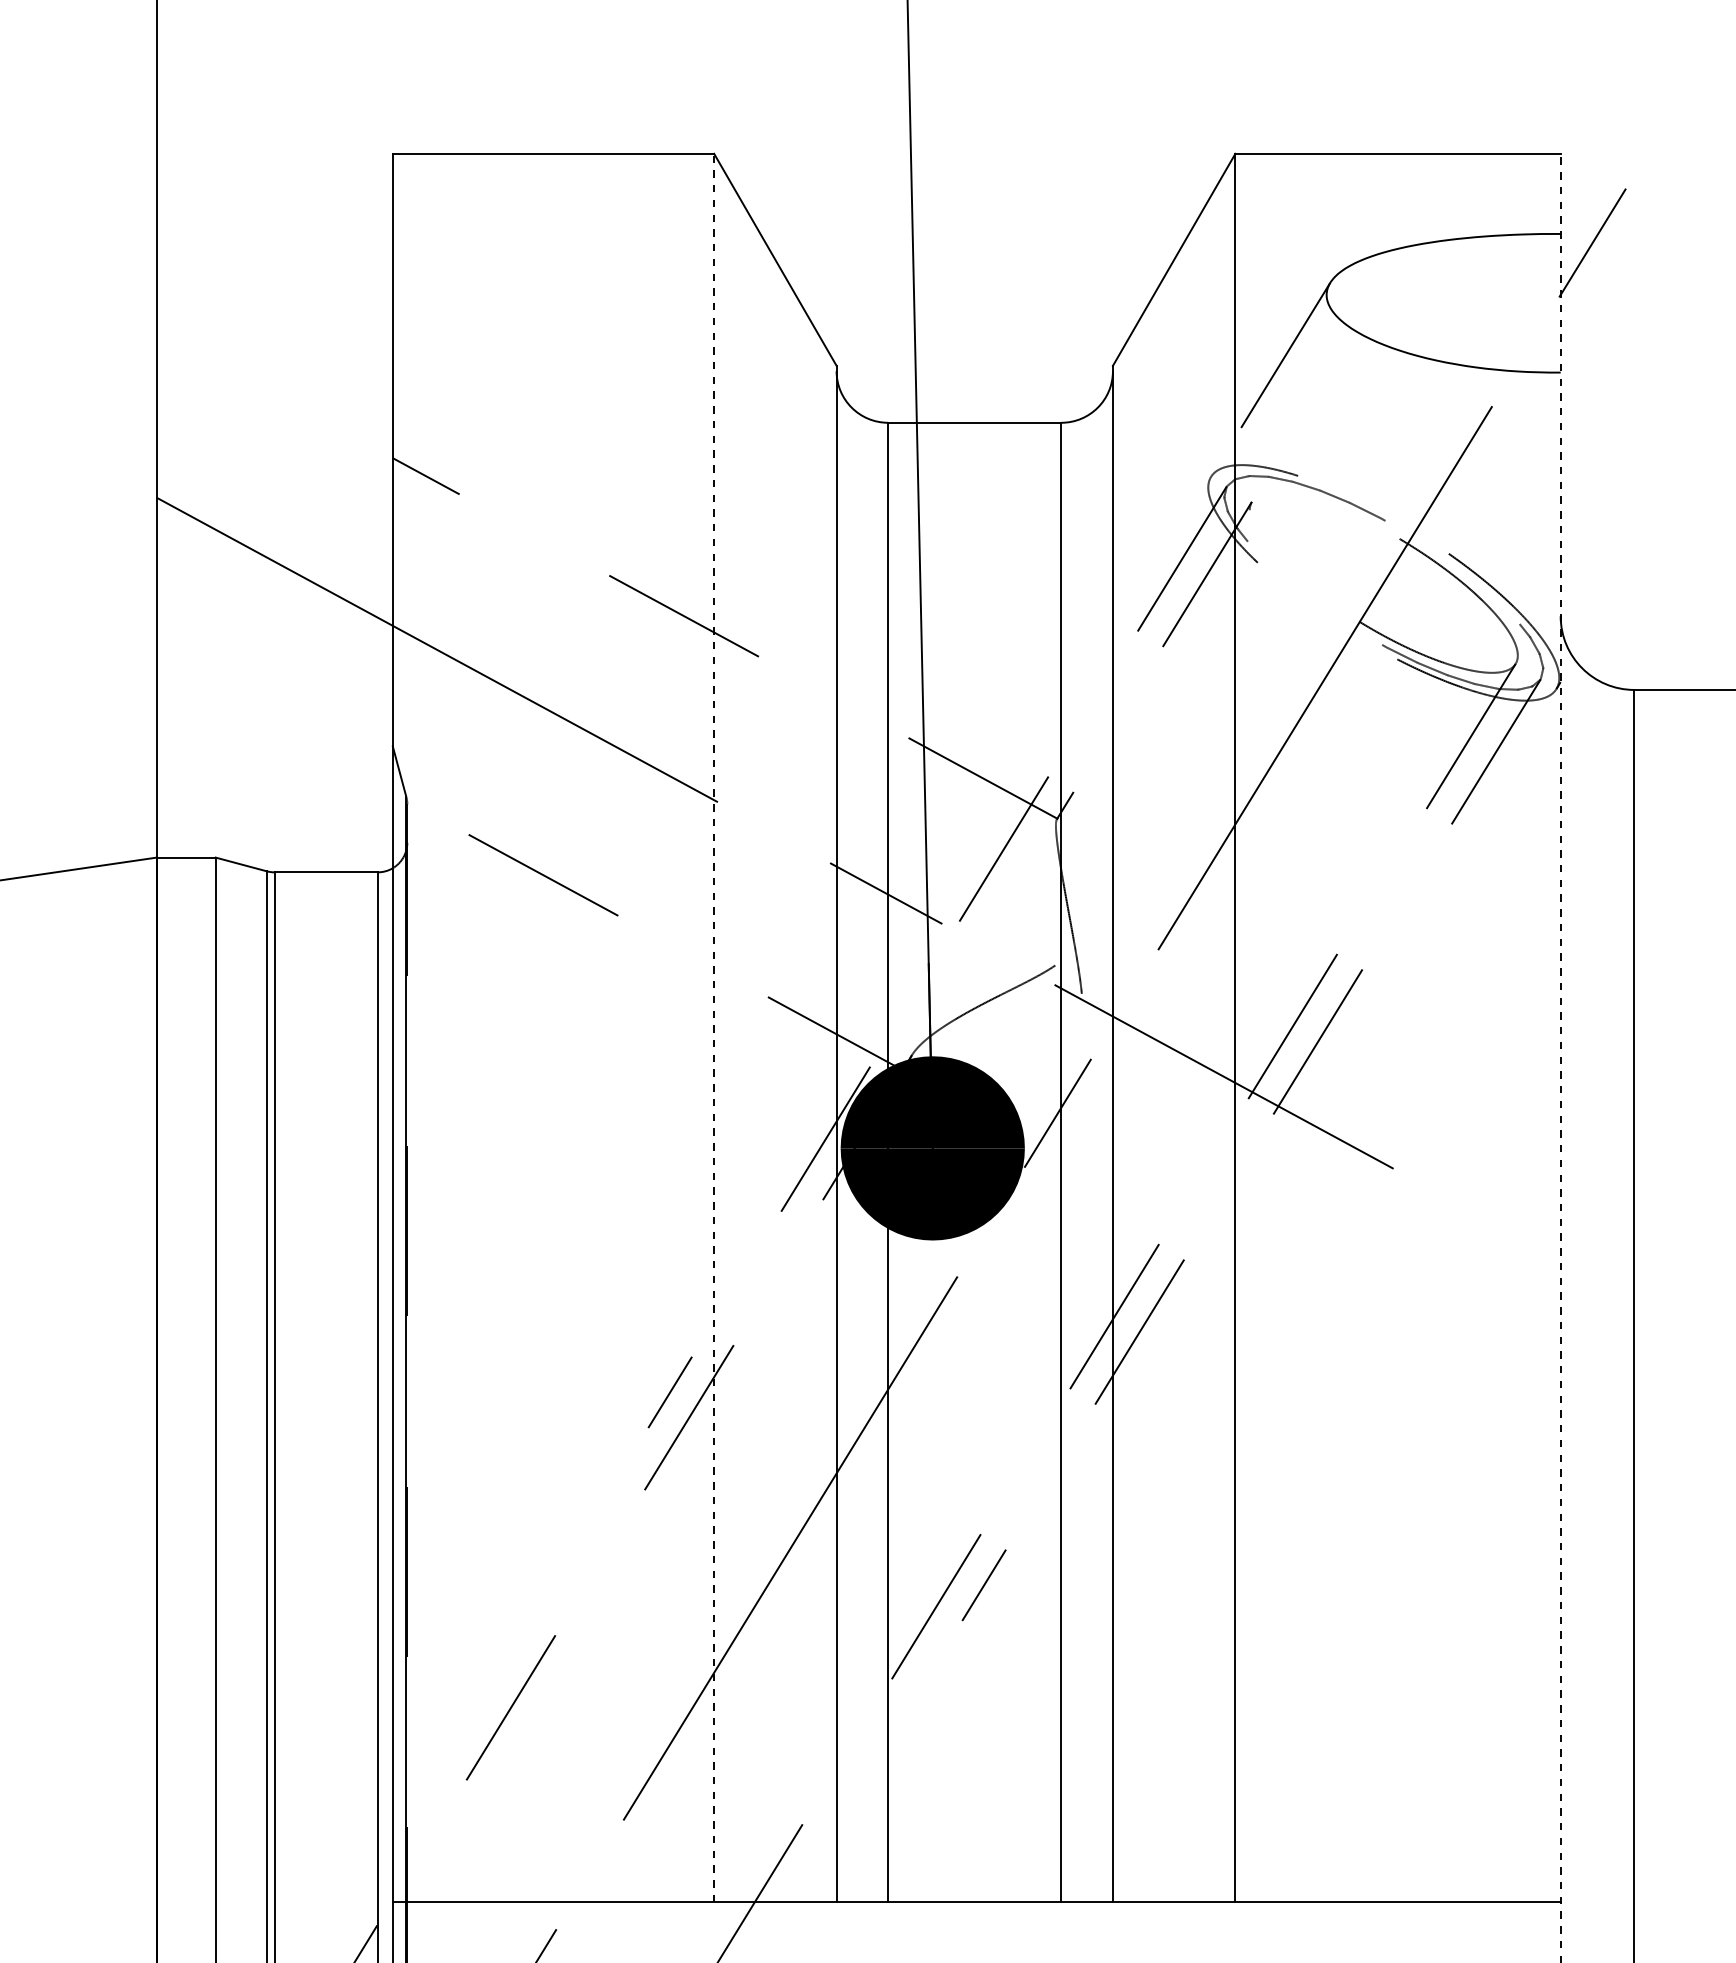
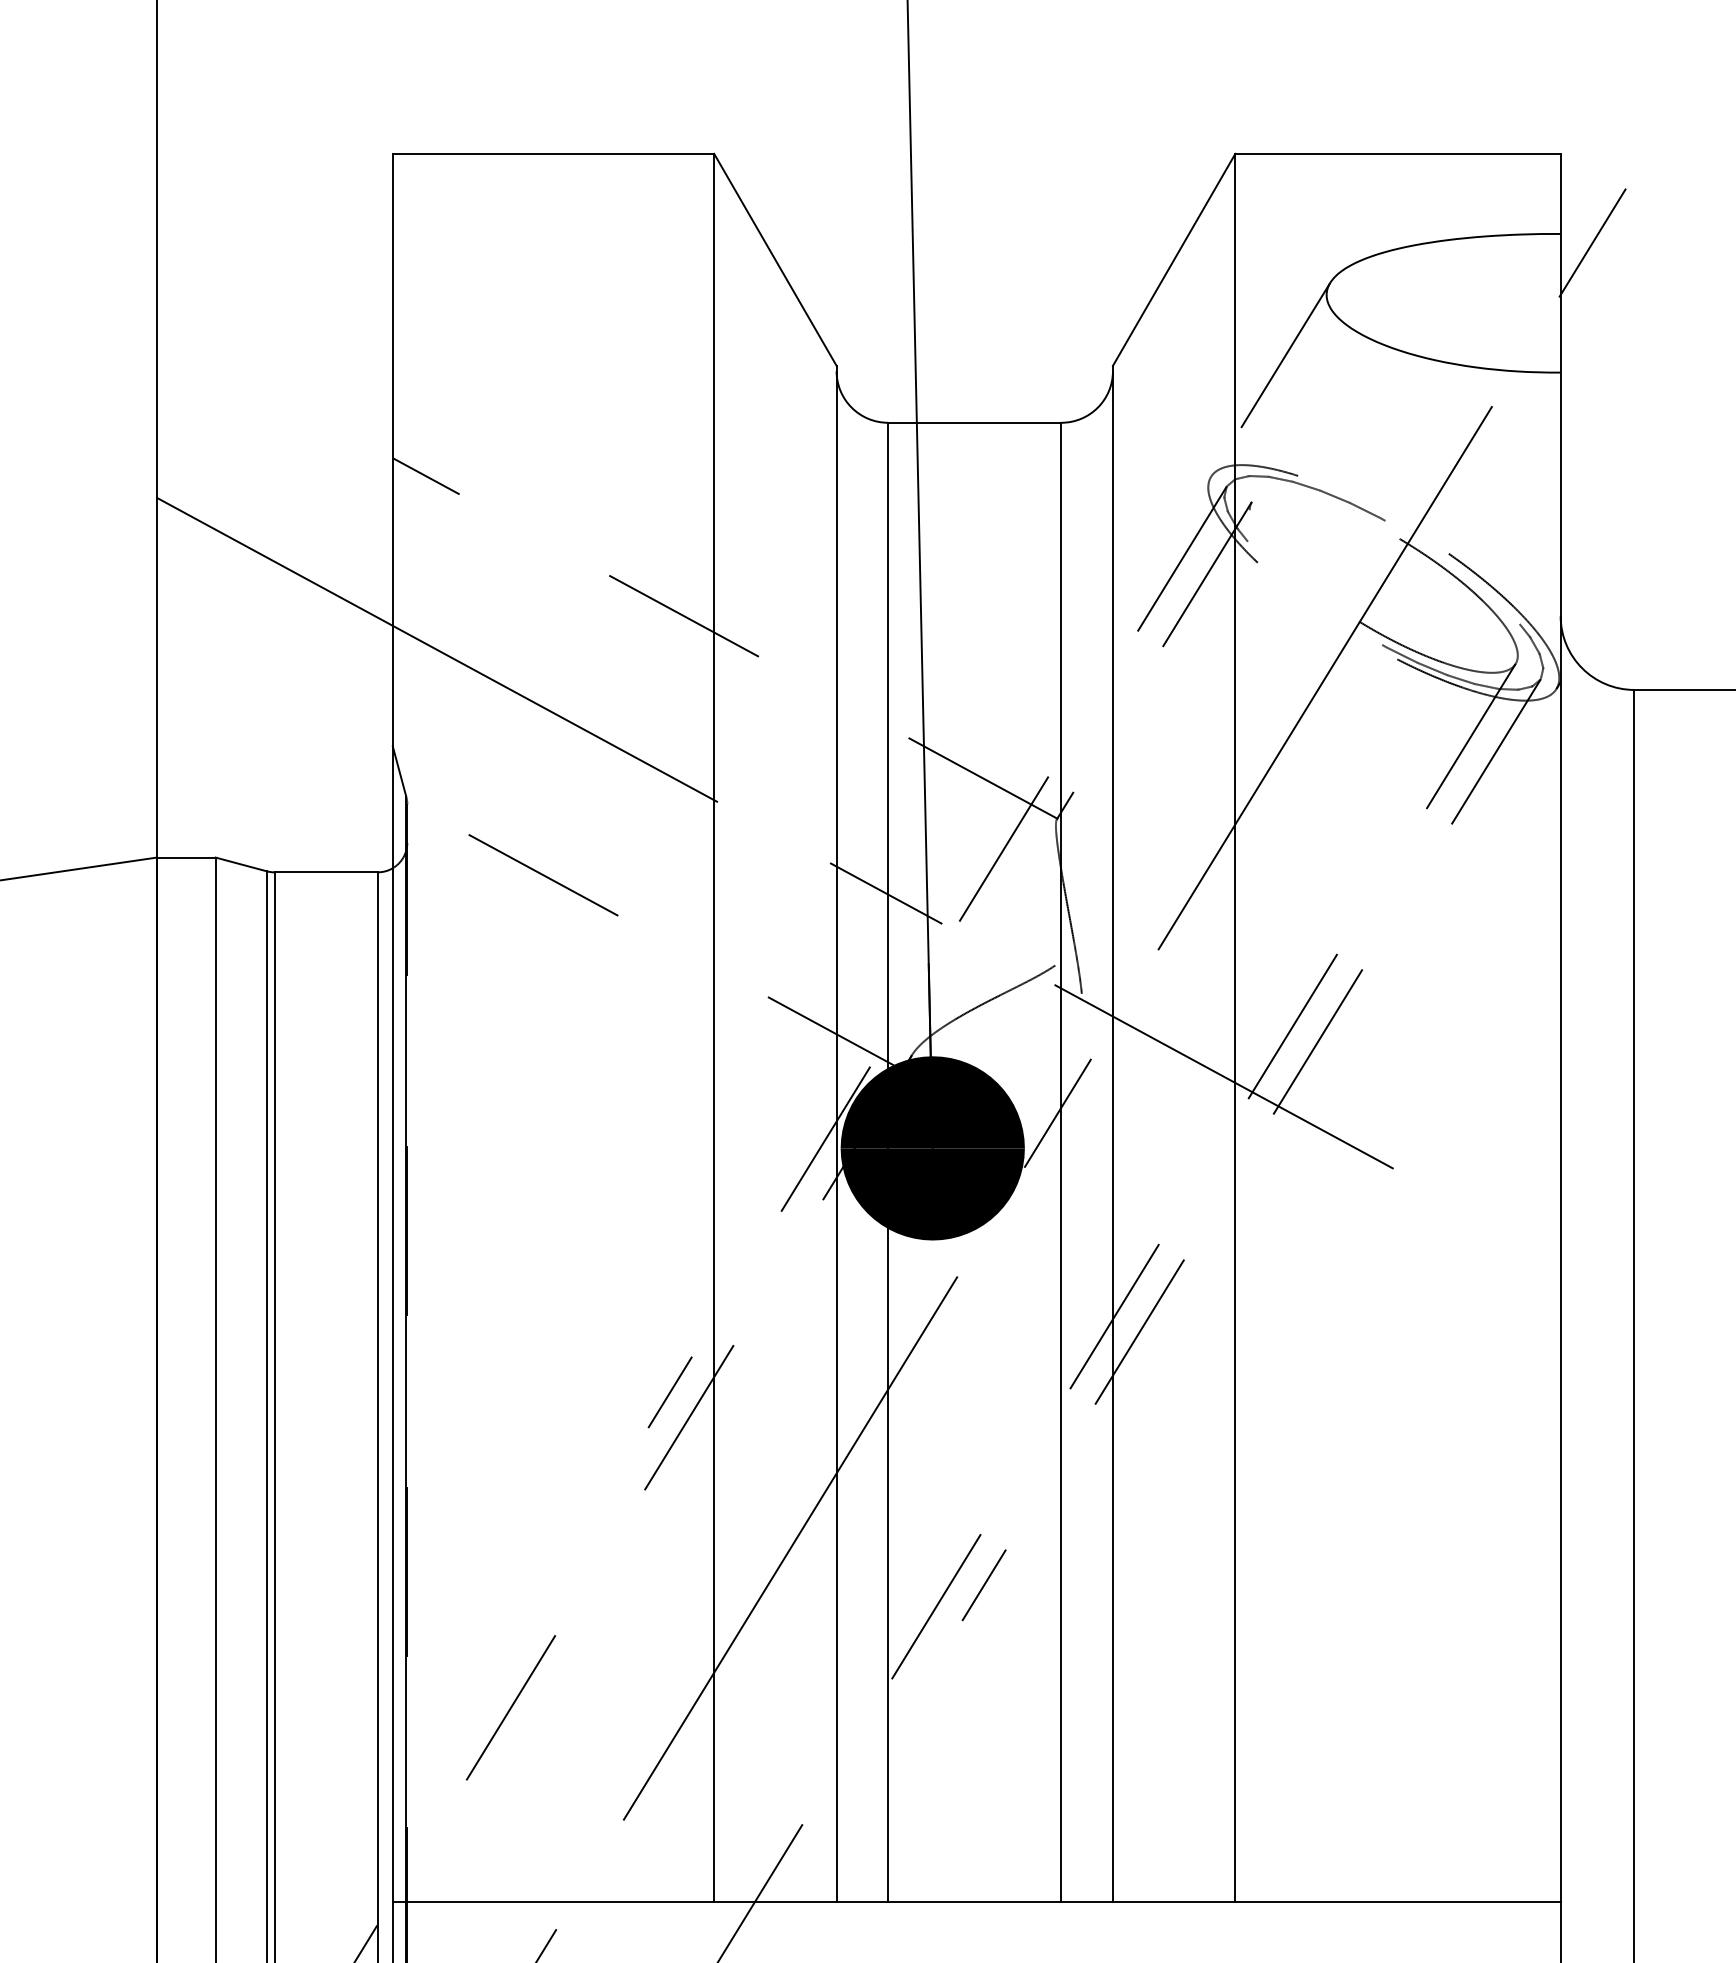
line at (714, 1027): dashed -> solid
line at (1560, 1057): dashed -> solid
